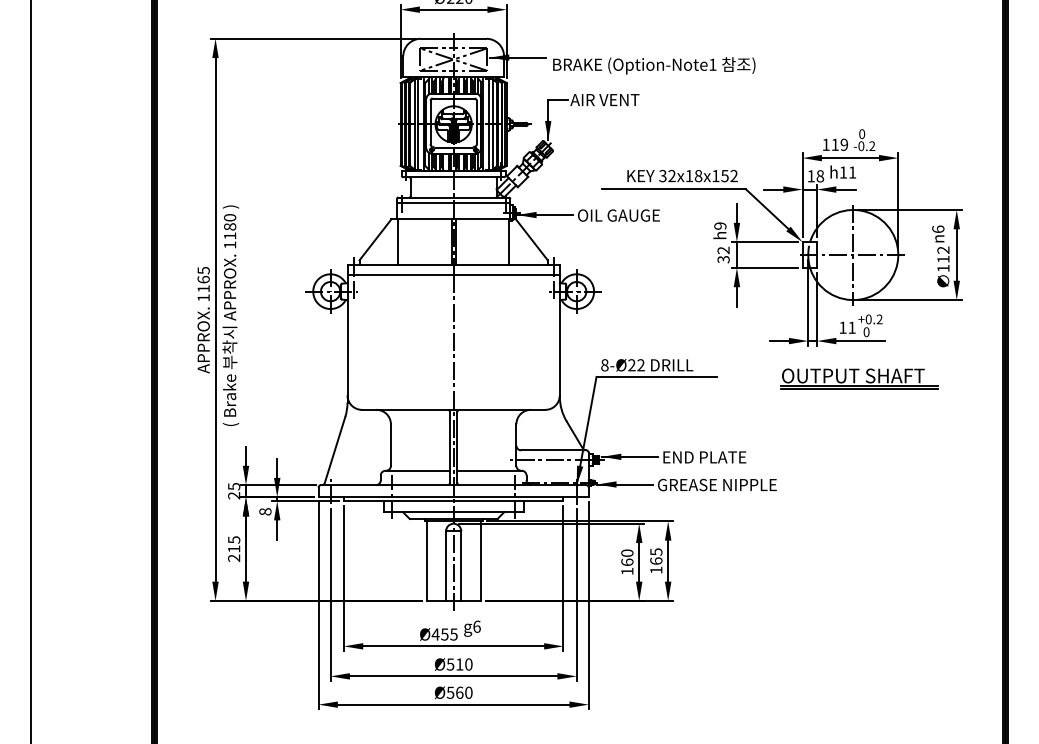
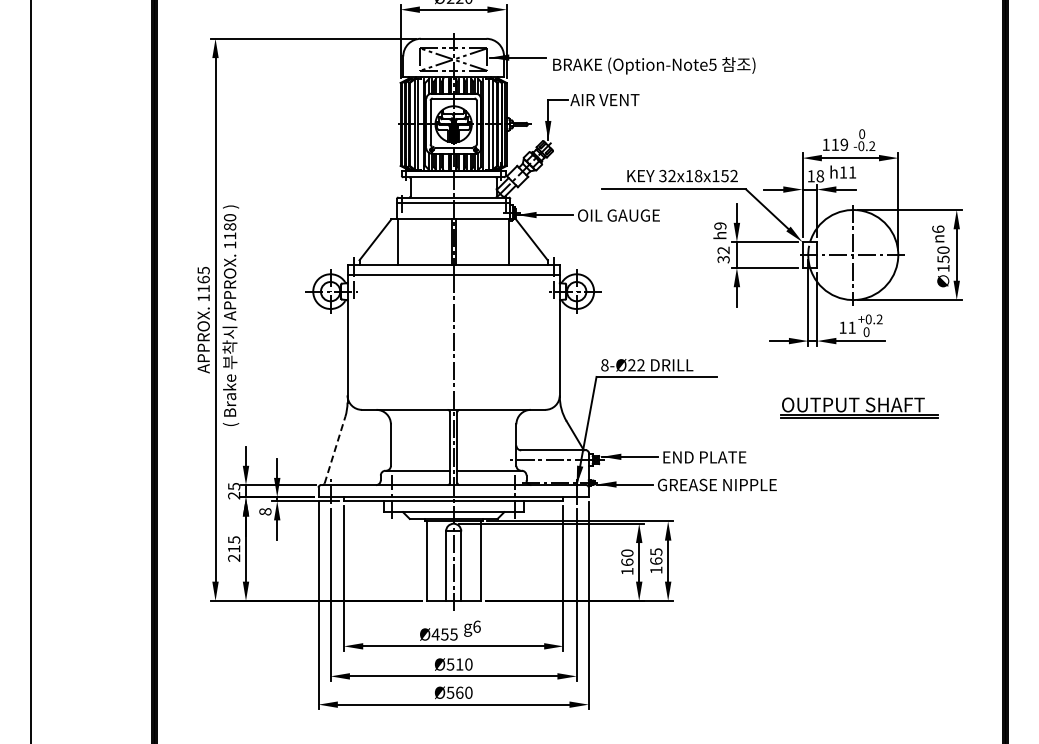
text at (712, 64): (Option-Note1 -> (Option-Note5
text at (943, 254): 112 -> 150
part at (859, 378) position: (859, 378) -> (859, 407)
line at (335, 450): solid -> dashed
